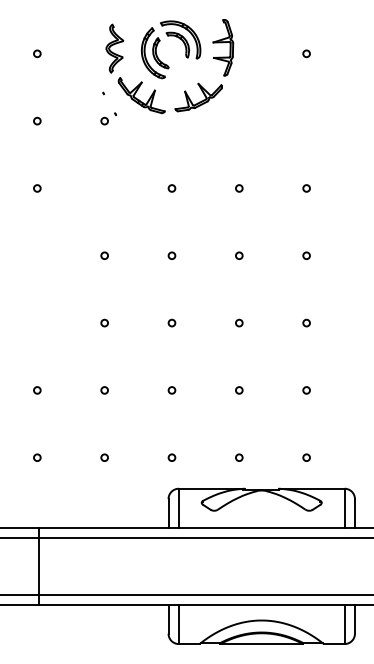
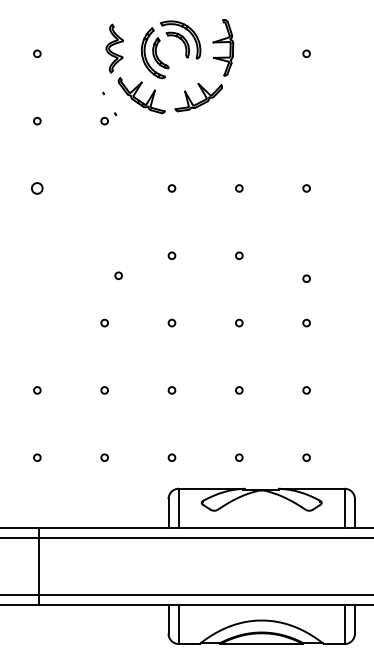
circle at (37, 188) size: 9x9 px -> 13x13 px
circle at (104, 255) position: (104, 255) -> (118, 275)
circle at (306, 255) position: (306, 255) -> (306, 278)
